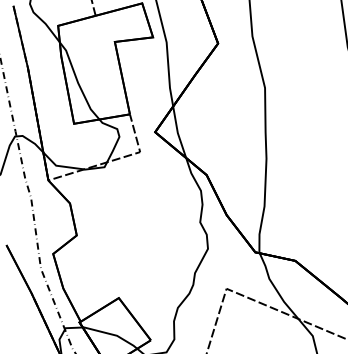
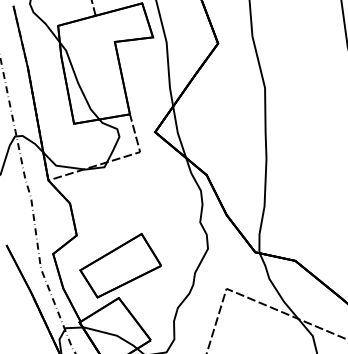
part at (120, 265): none -> present
